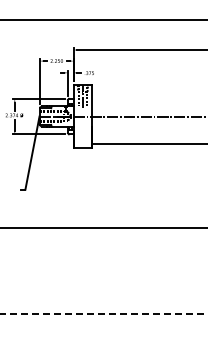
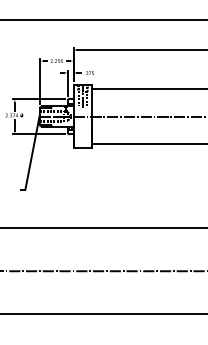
line at (148, 88): none -> present
line at (103, 271): none -> present
line at (104, 314): dashed -> solid
